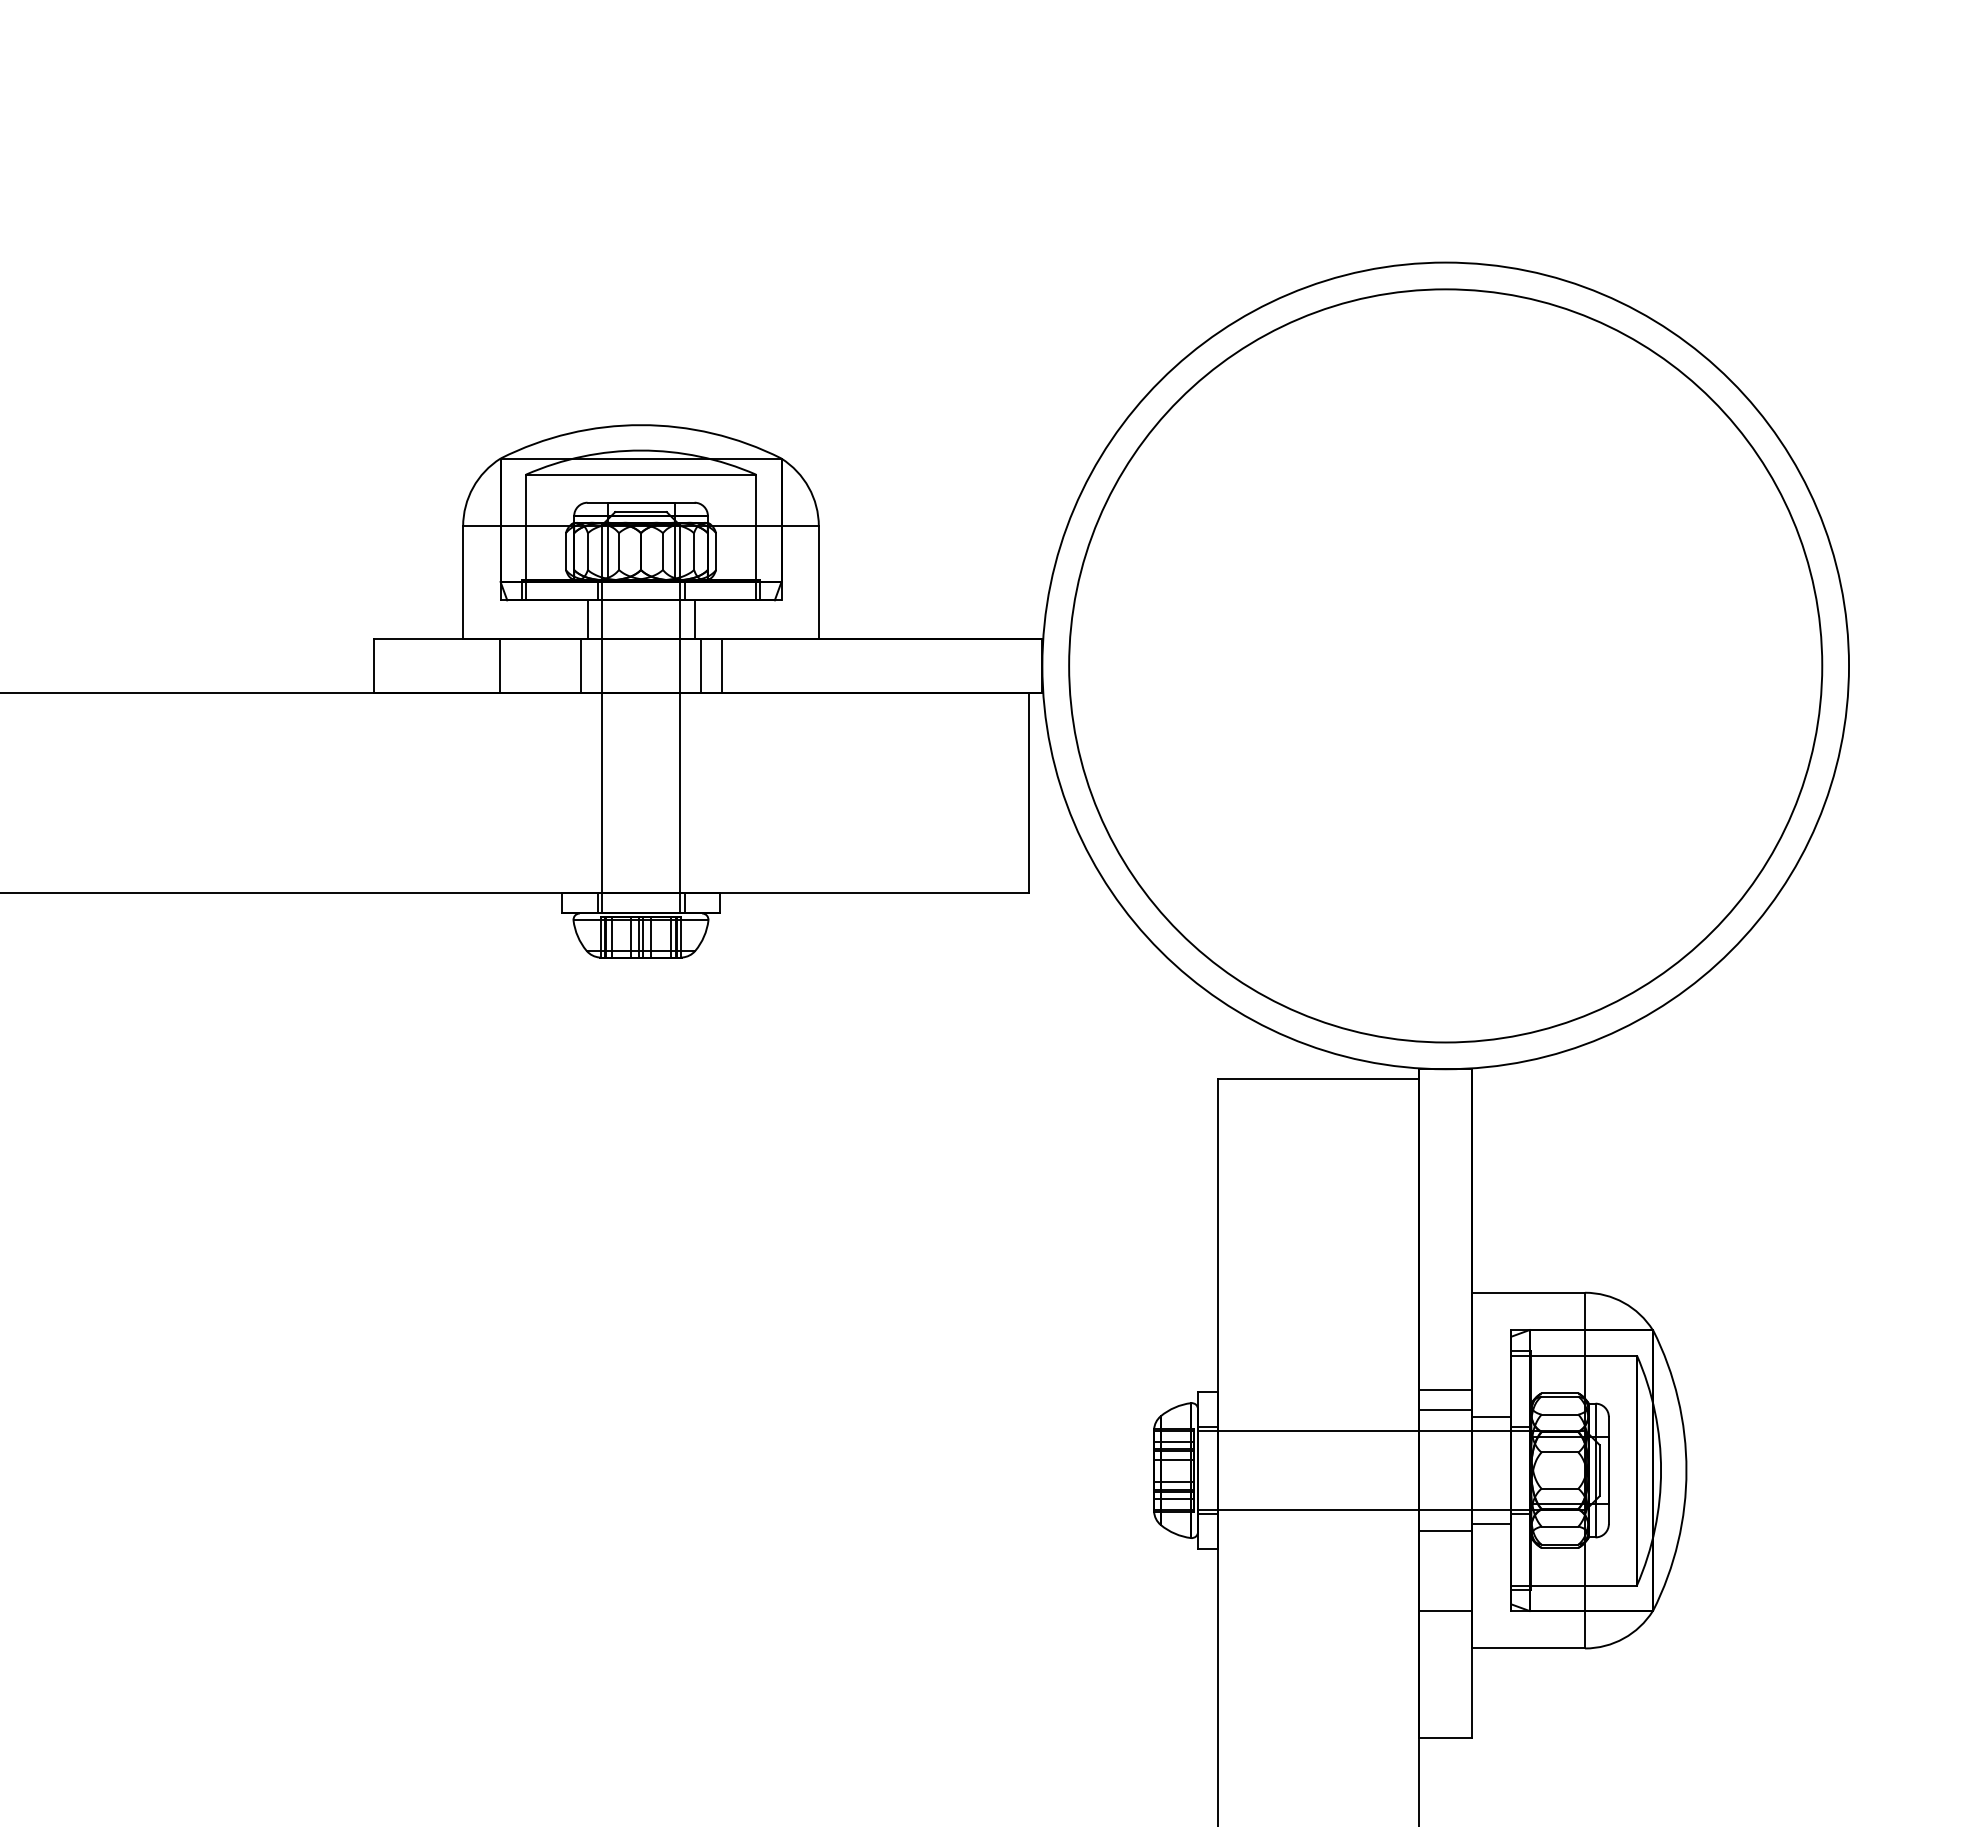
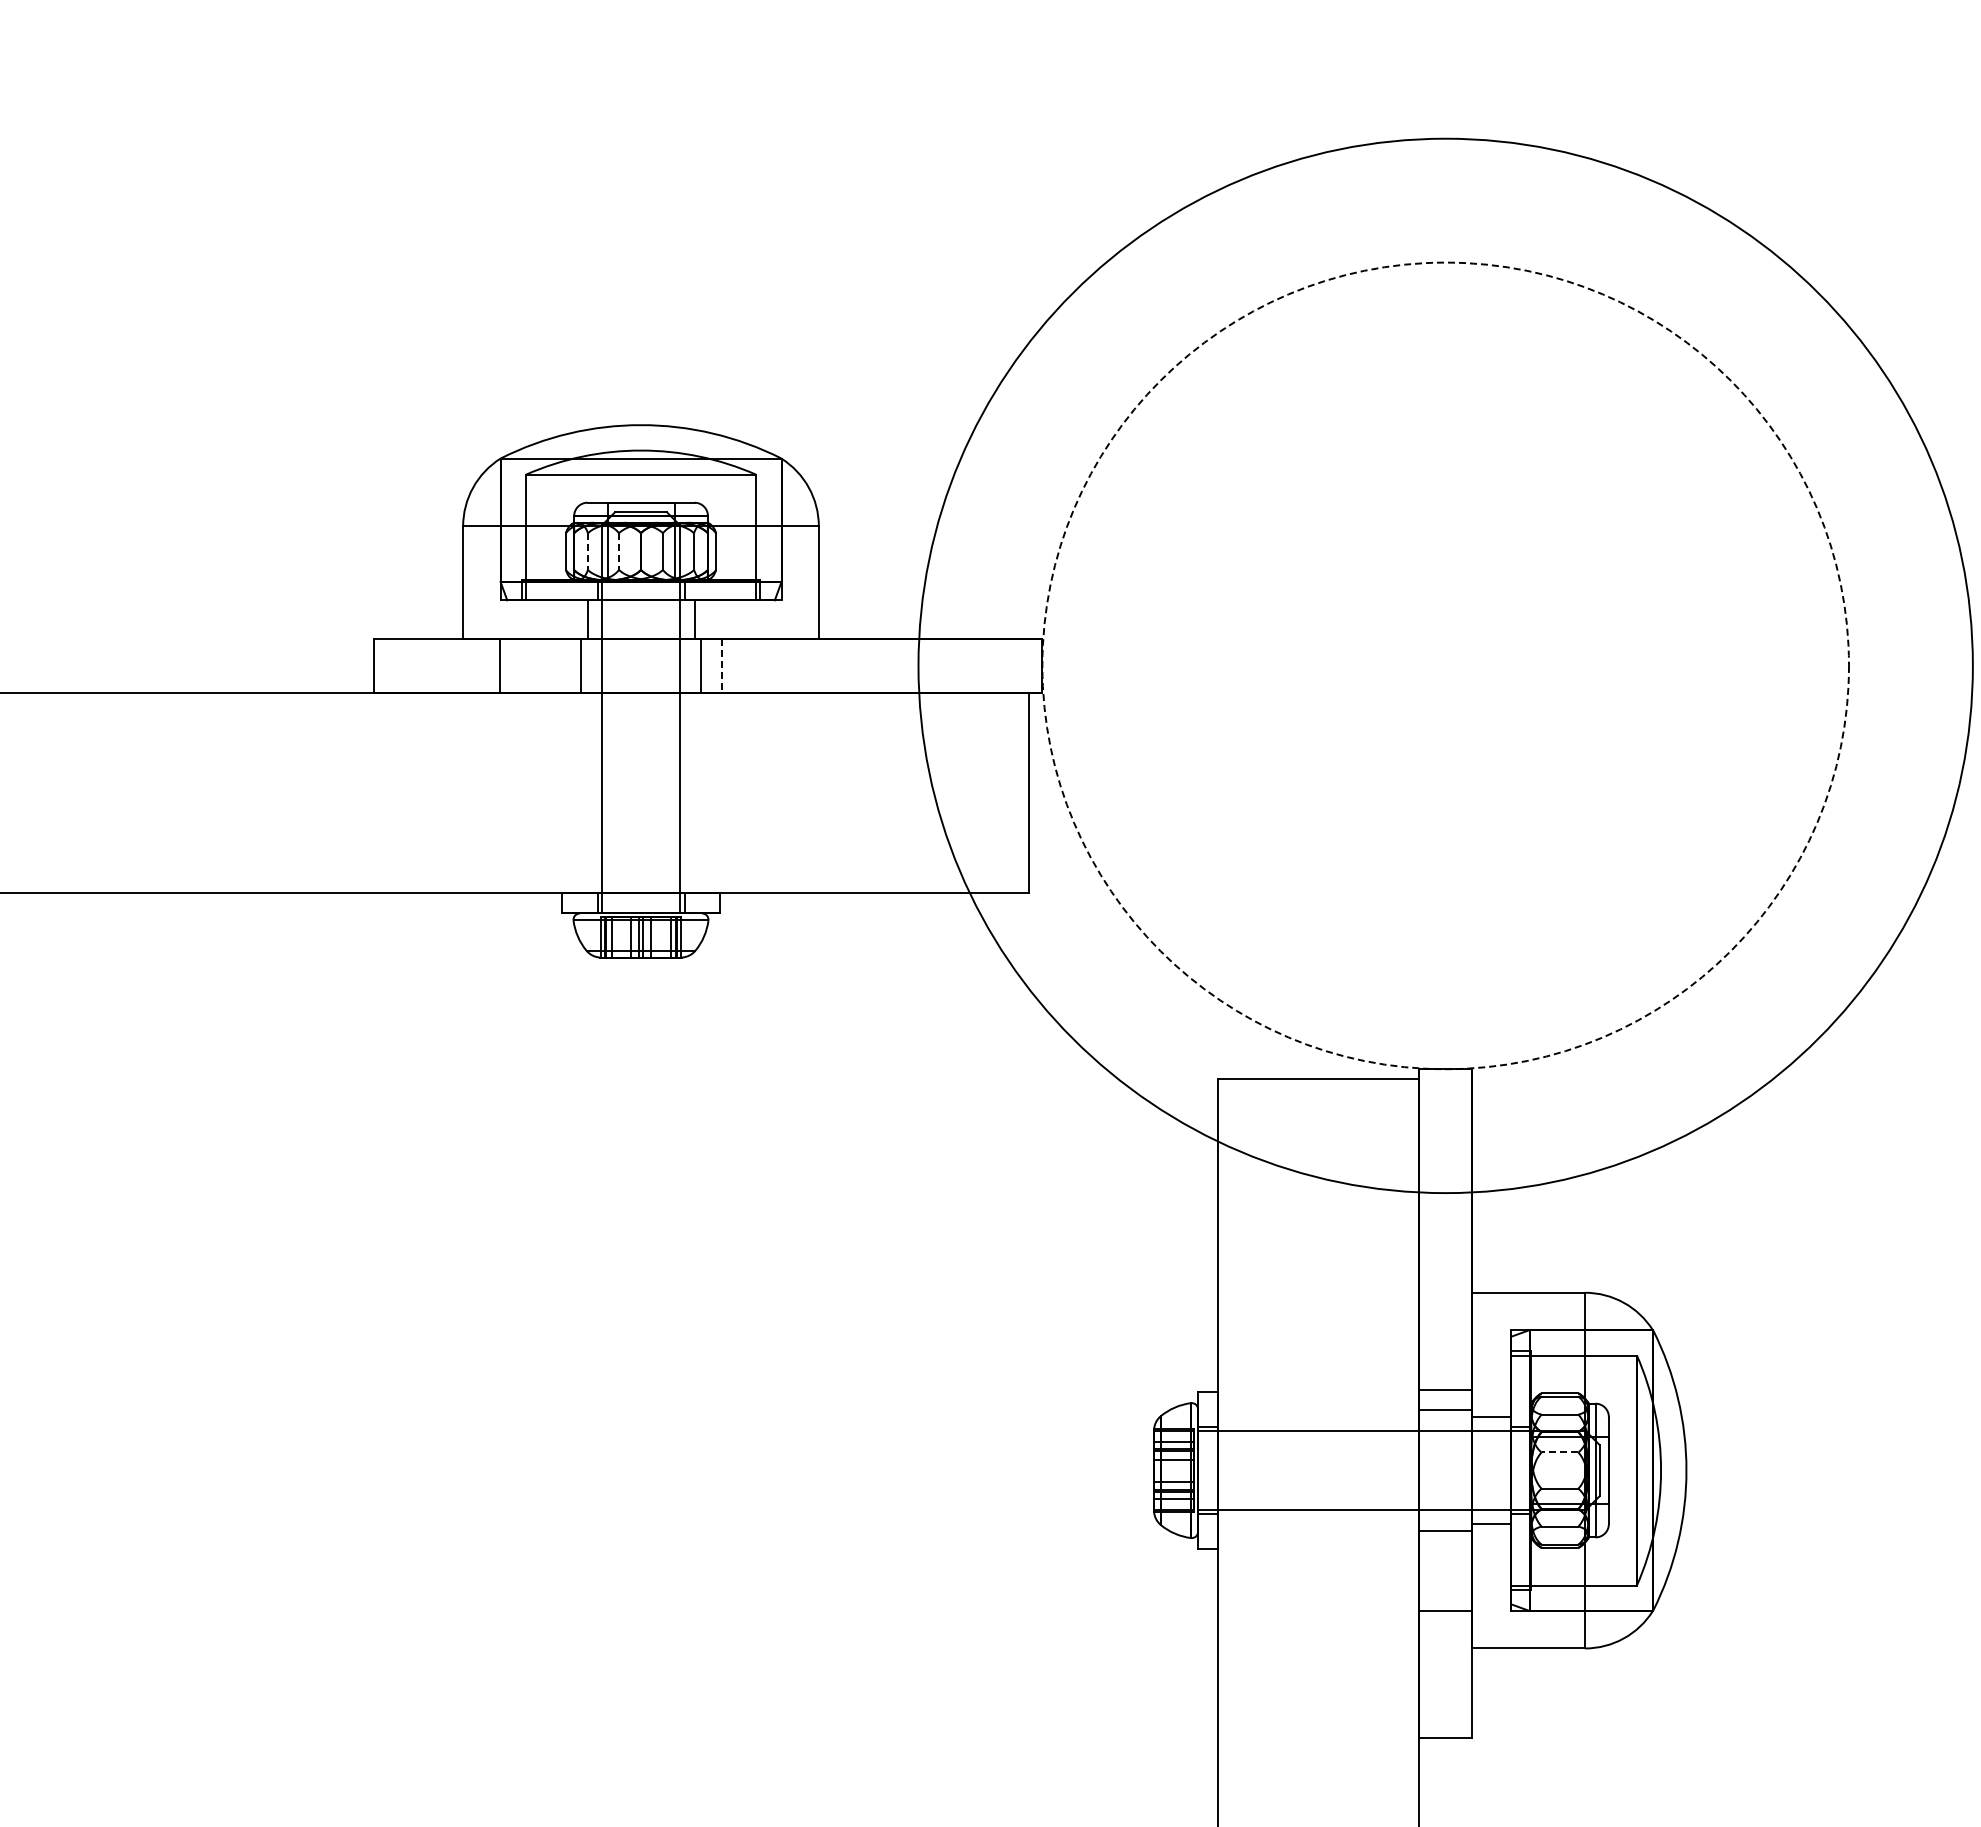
line at (587, 552): solid -> dashed
line at (618, 552): solid -> dashed
line at (721, 665): solid -> dashed
circle at (1445, 665) diameter: 753 px -> 1054 px
circle at (1445, 665): solid -> dashed
line at (1559, 1452): solid -> dashed
